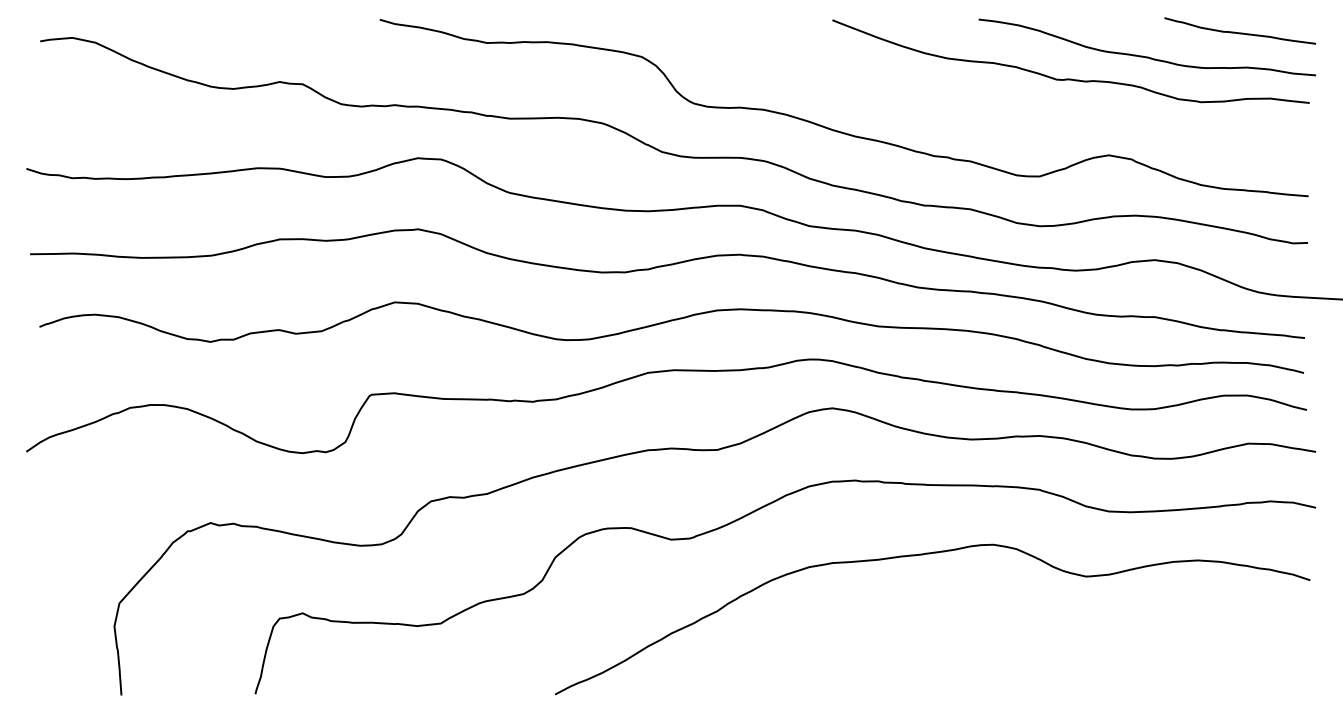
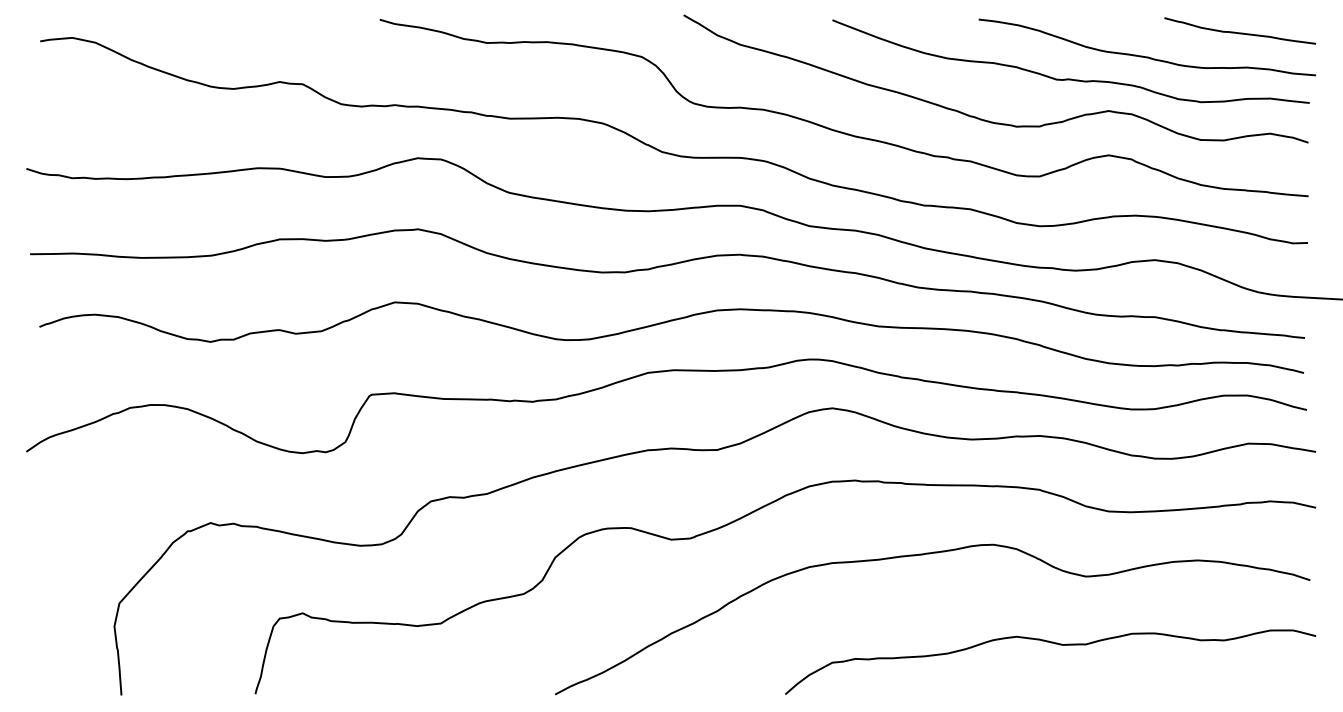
curve at (985, 119): none -> present
curve at (1055, 644): none -> present
